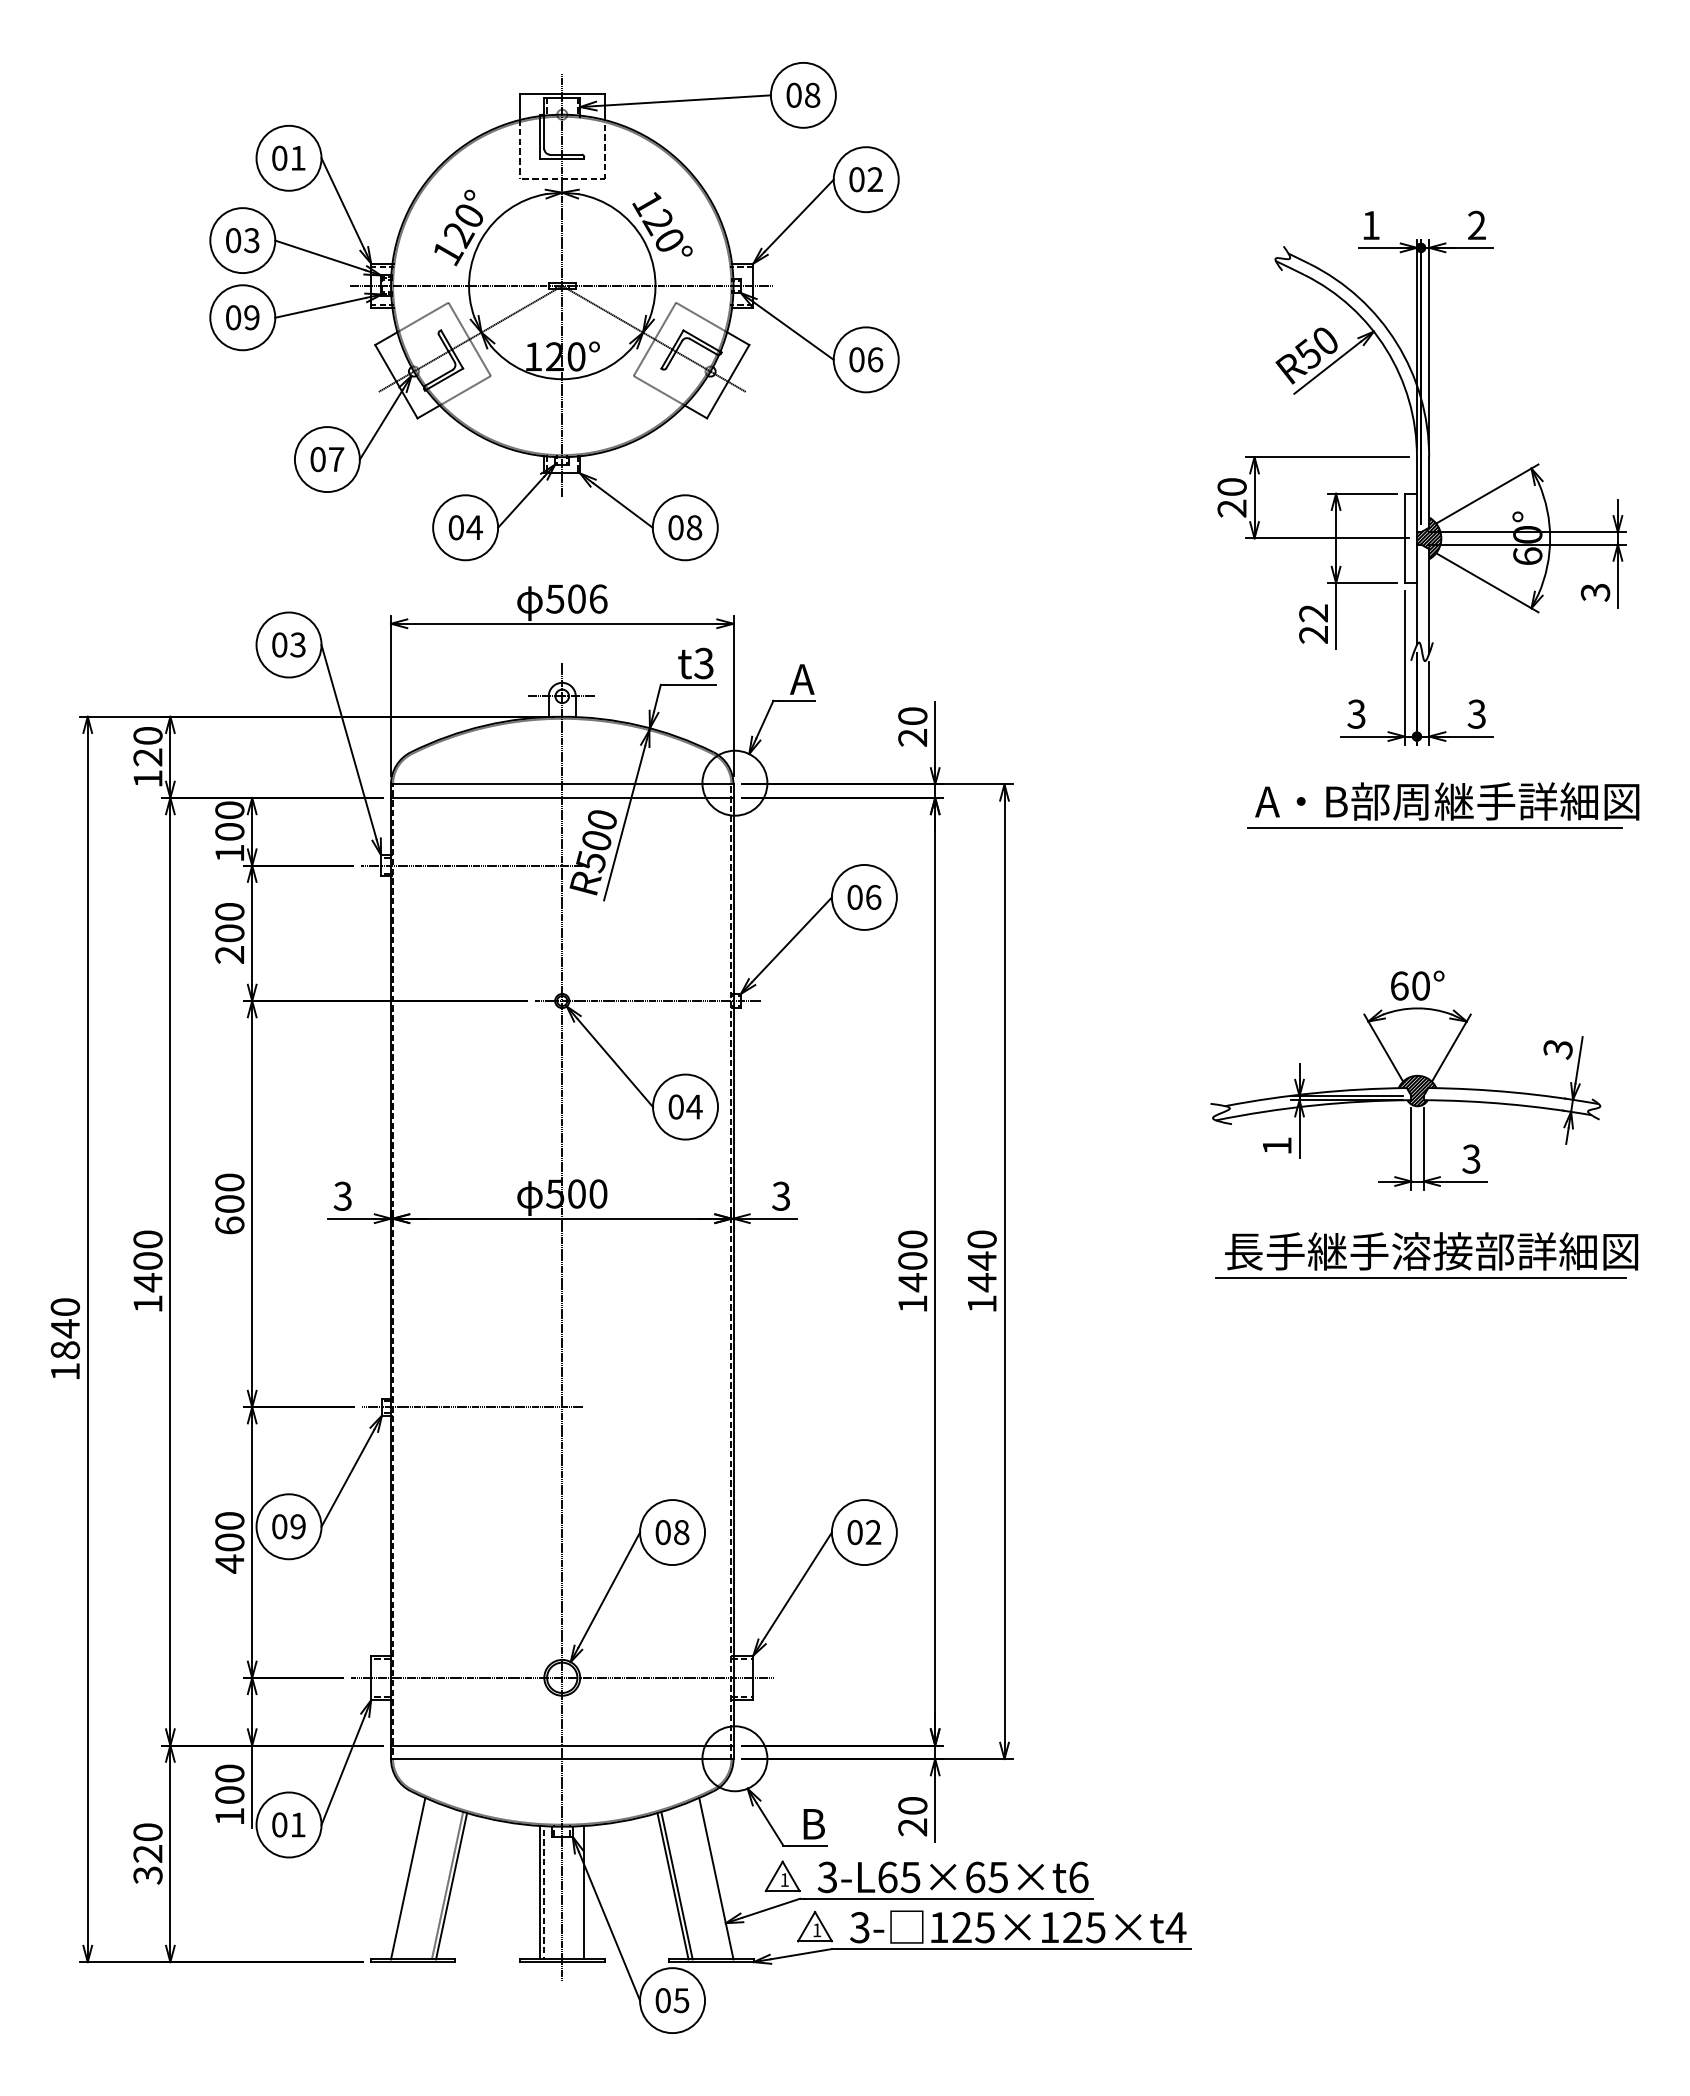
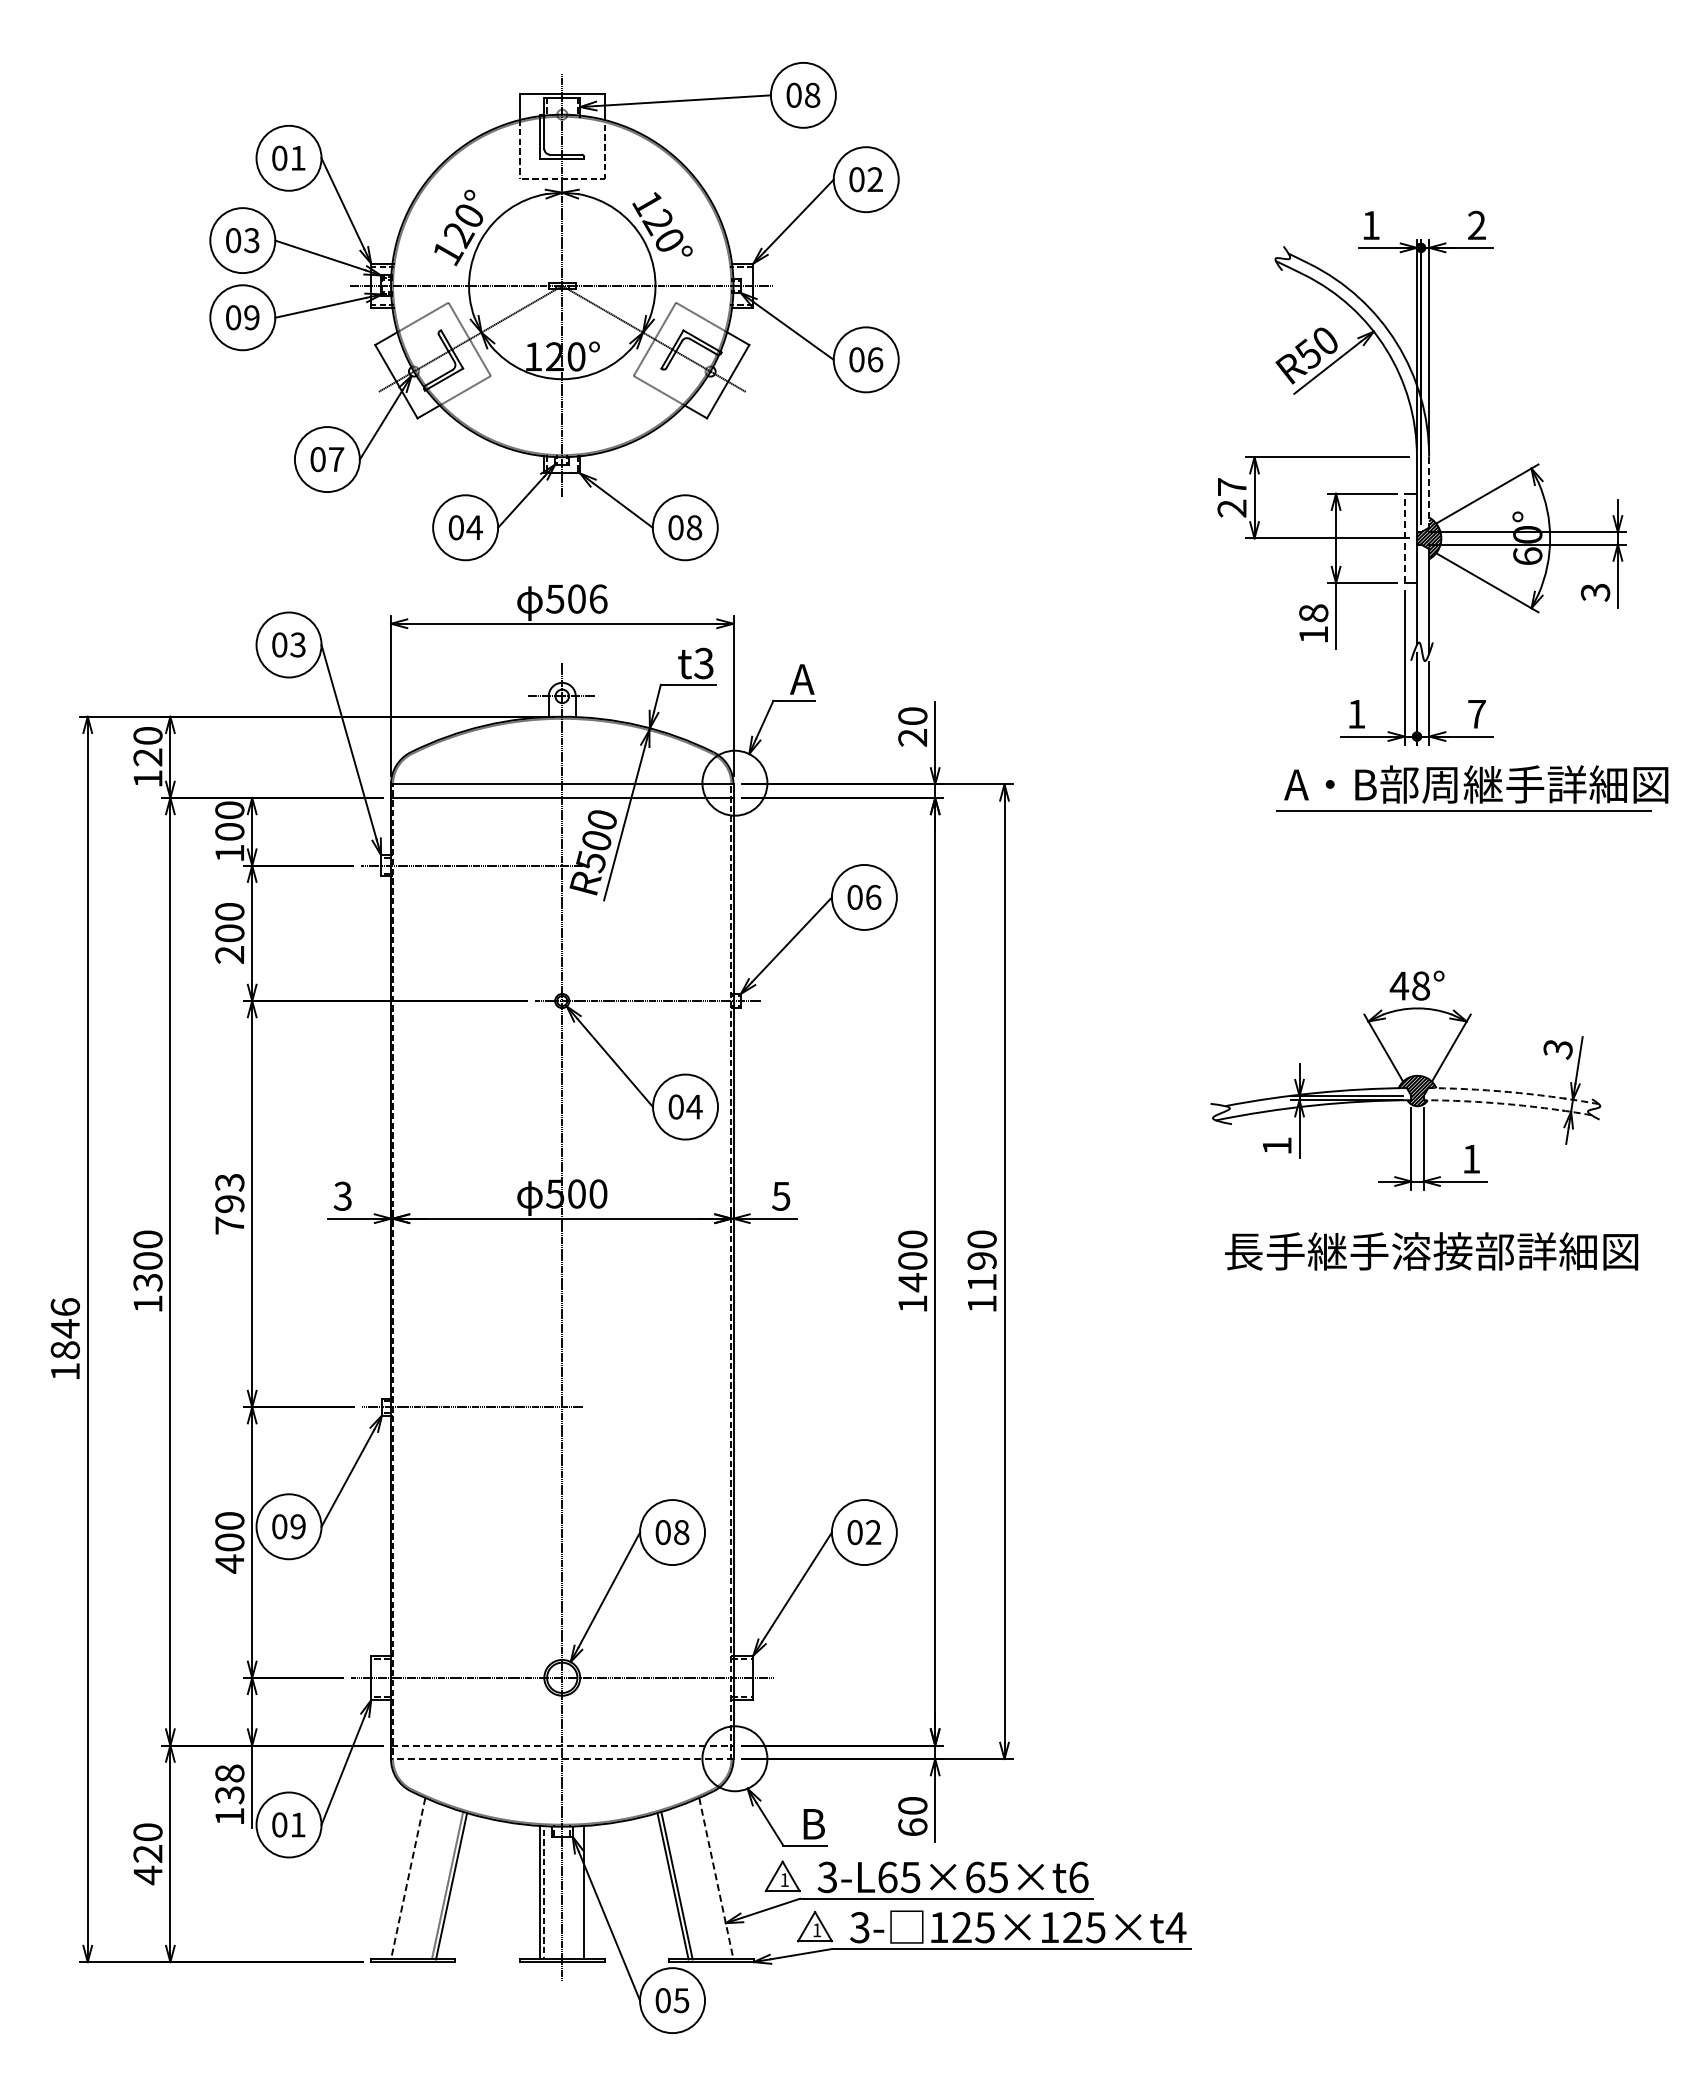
text at (1231, 486): 20 -> 27
line at (1429, 492): solid -> dashed
line at (1404, 538): solid -> dashed
text at (1313, 623): 22 -> 18
text at (1356, 713): 3 -> 1
text at (1476, 713): 3 -> 7
part at (1443, 805) position: (1443, 805) -> (1472, 788)
text at (1409, 985): 60° -> 48°
arc at (1513, 1092): solid -> dashed
arc at (1507, 1104): solid -> dashed
text at (1471, 1158): 3 -> 1
text at (781, 1195): 3 -> 5
text at (229, 1203): 600 -> 793
text at (981, 1271): 1440 -> 1190
line at (1420, 1277): present -> none
text at (147, 1282): 1400 -> 1300
text at (64, 1306): 1840 -> 1846
line at (562, 1745): solid -> dashed
line at (561, 1759): solid -> dashed
text at (229, 1784): 100 -> 138
text at (912, 1827): 20 -> 60
text at (147, 1875): 320 -> 420
line at (408, 1879): solid -> dashed
line at (716, 1879): solid -> dashed
